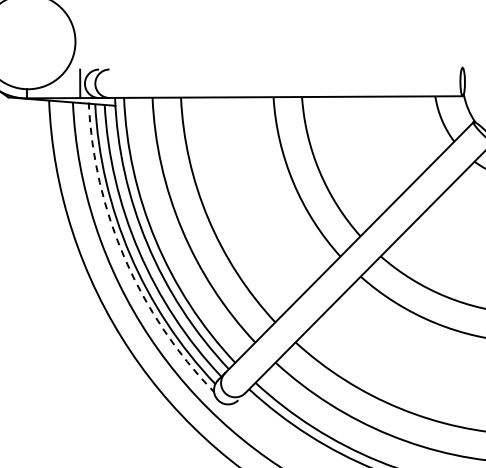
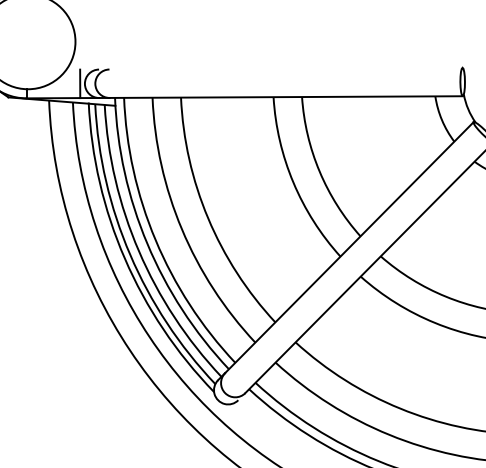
arc at (124, 258): dashed -> solid
